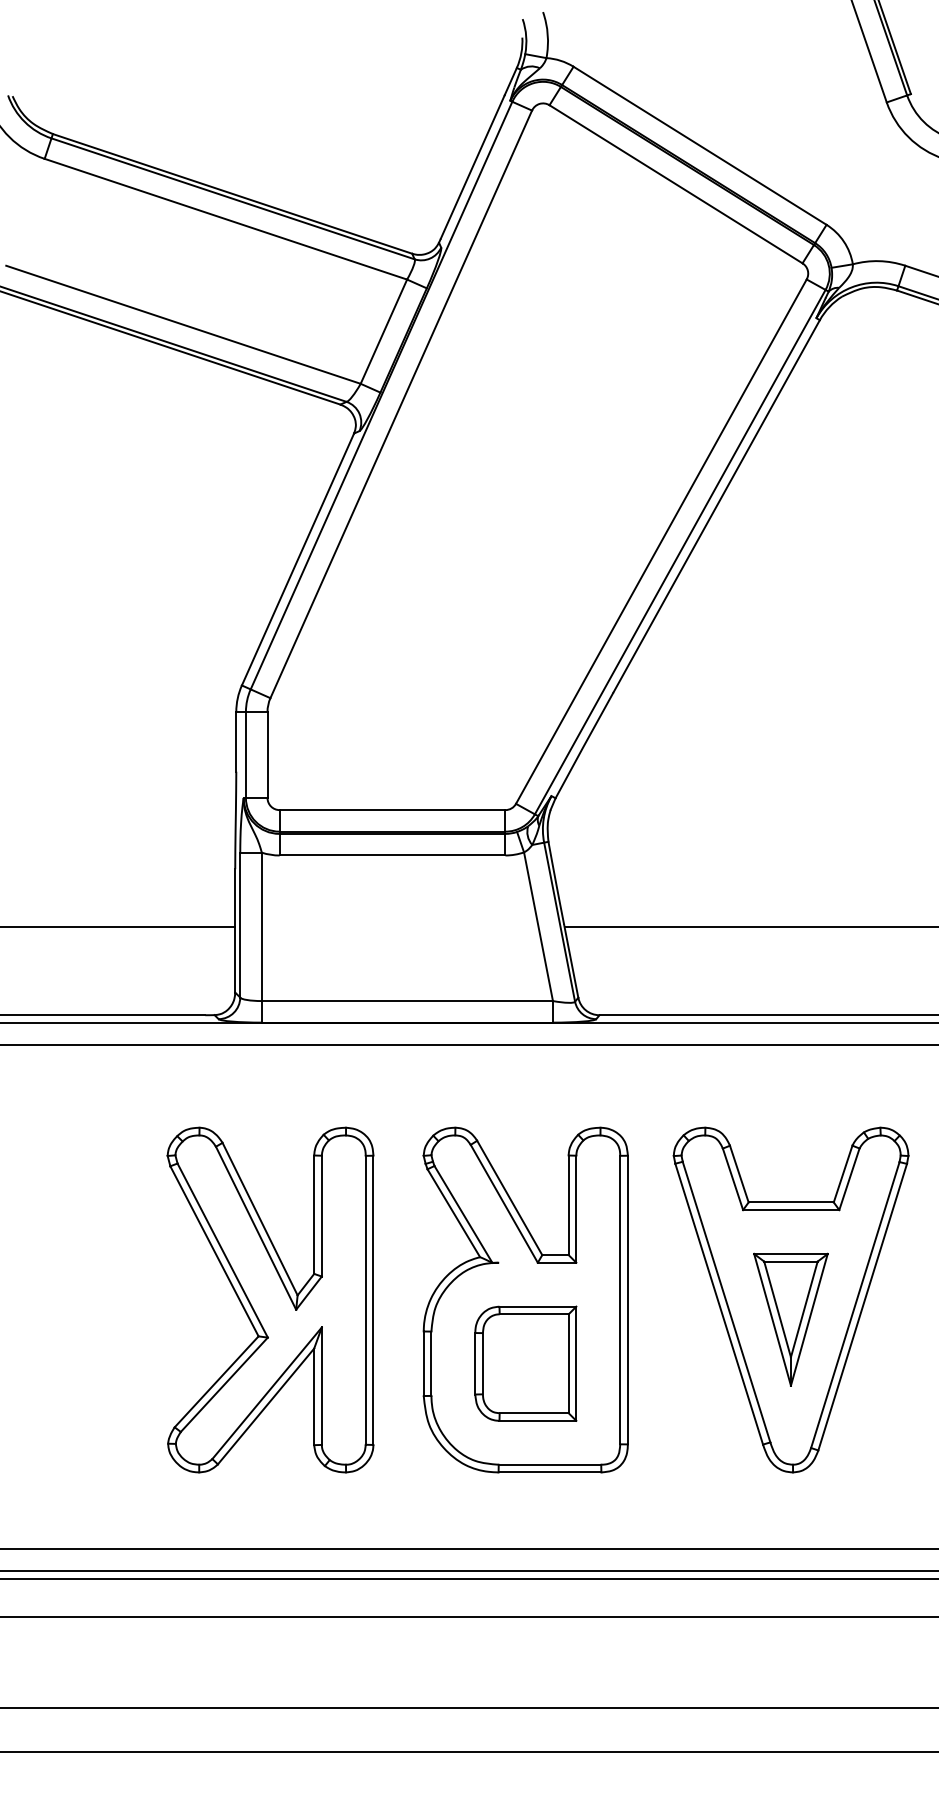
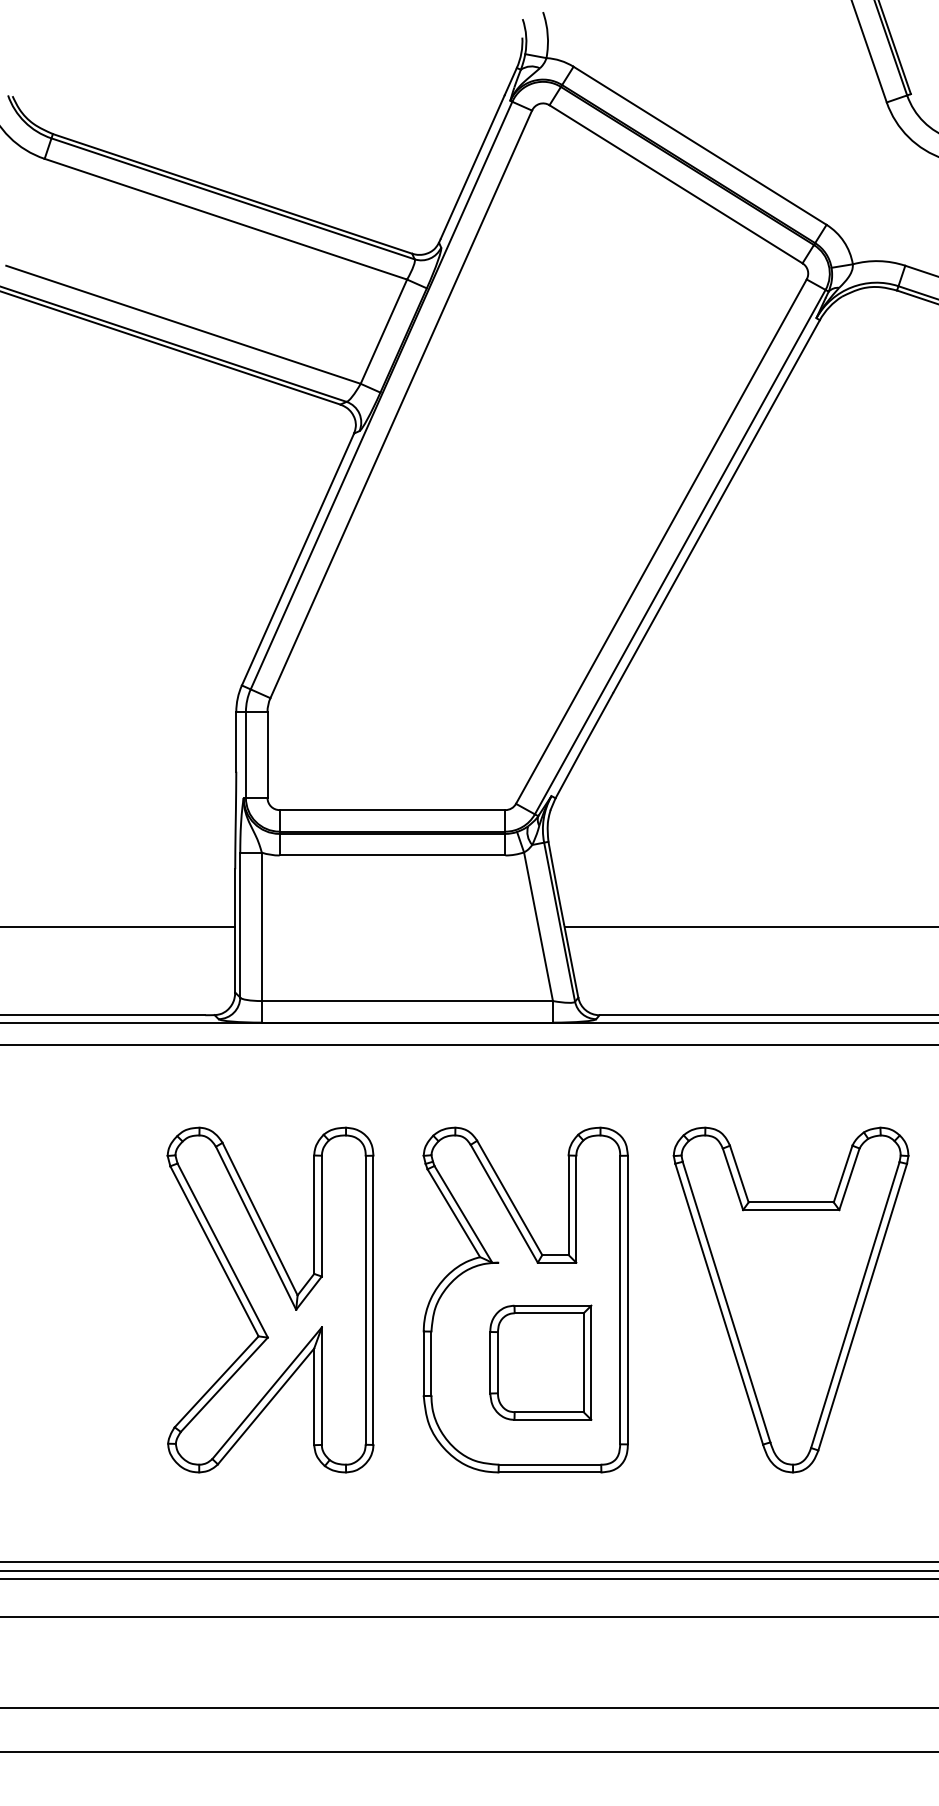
part at (790, 1319): present -> none
part at (525, 1363) position: (525, 1363) -> (540, 1362)
line at (468, 1549) position: (468, 1549) -> (468, 1562)
